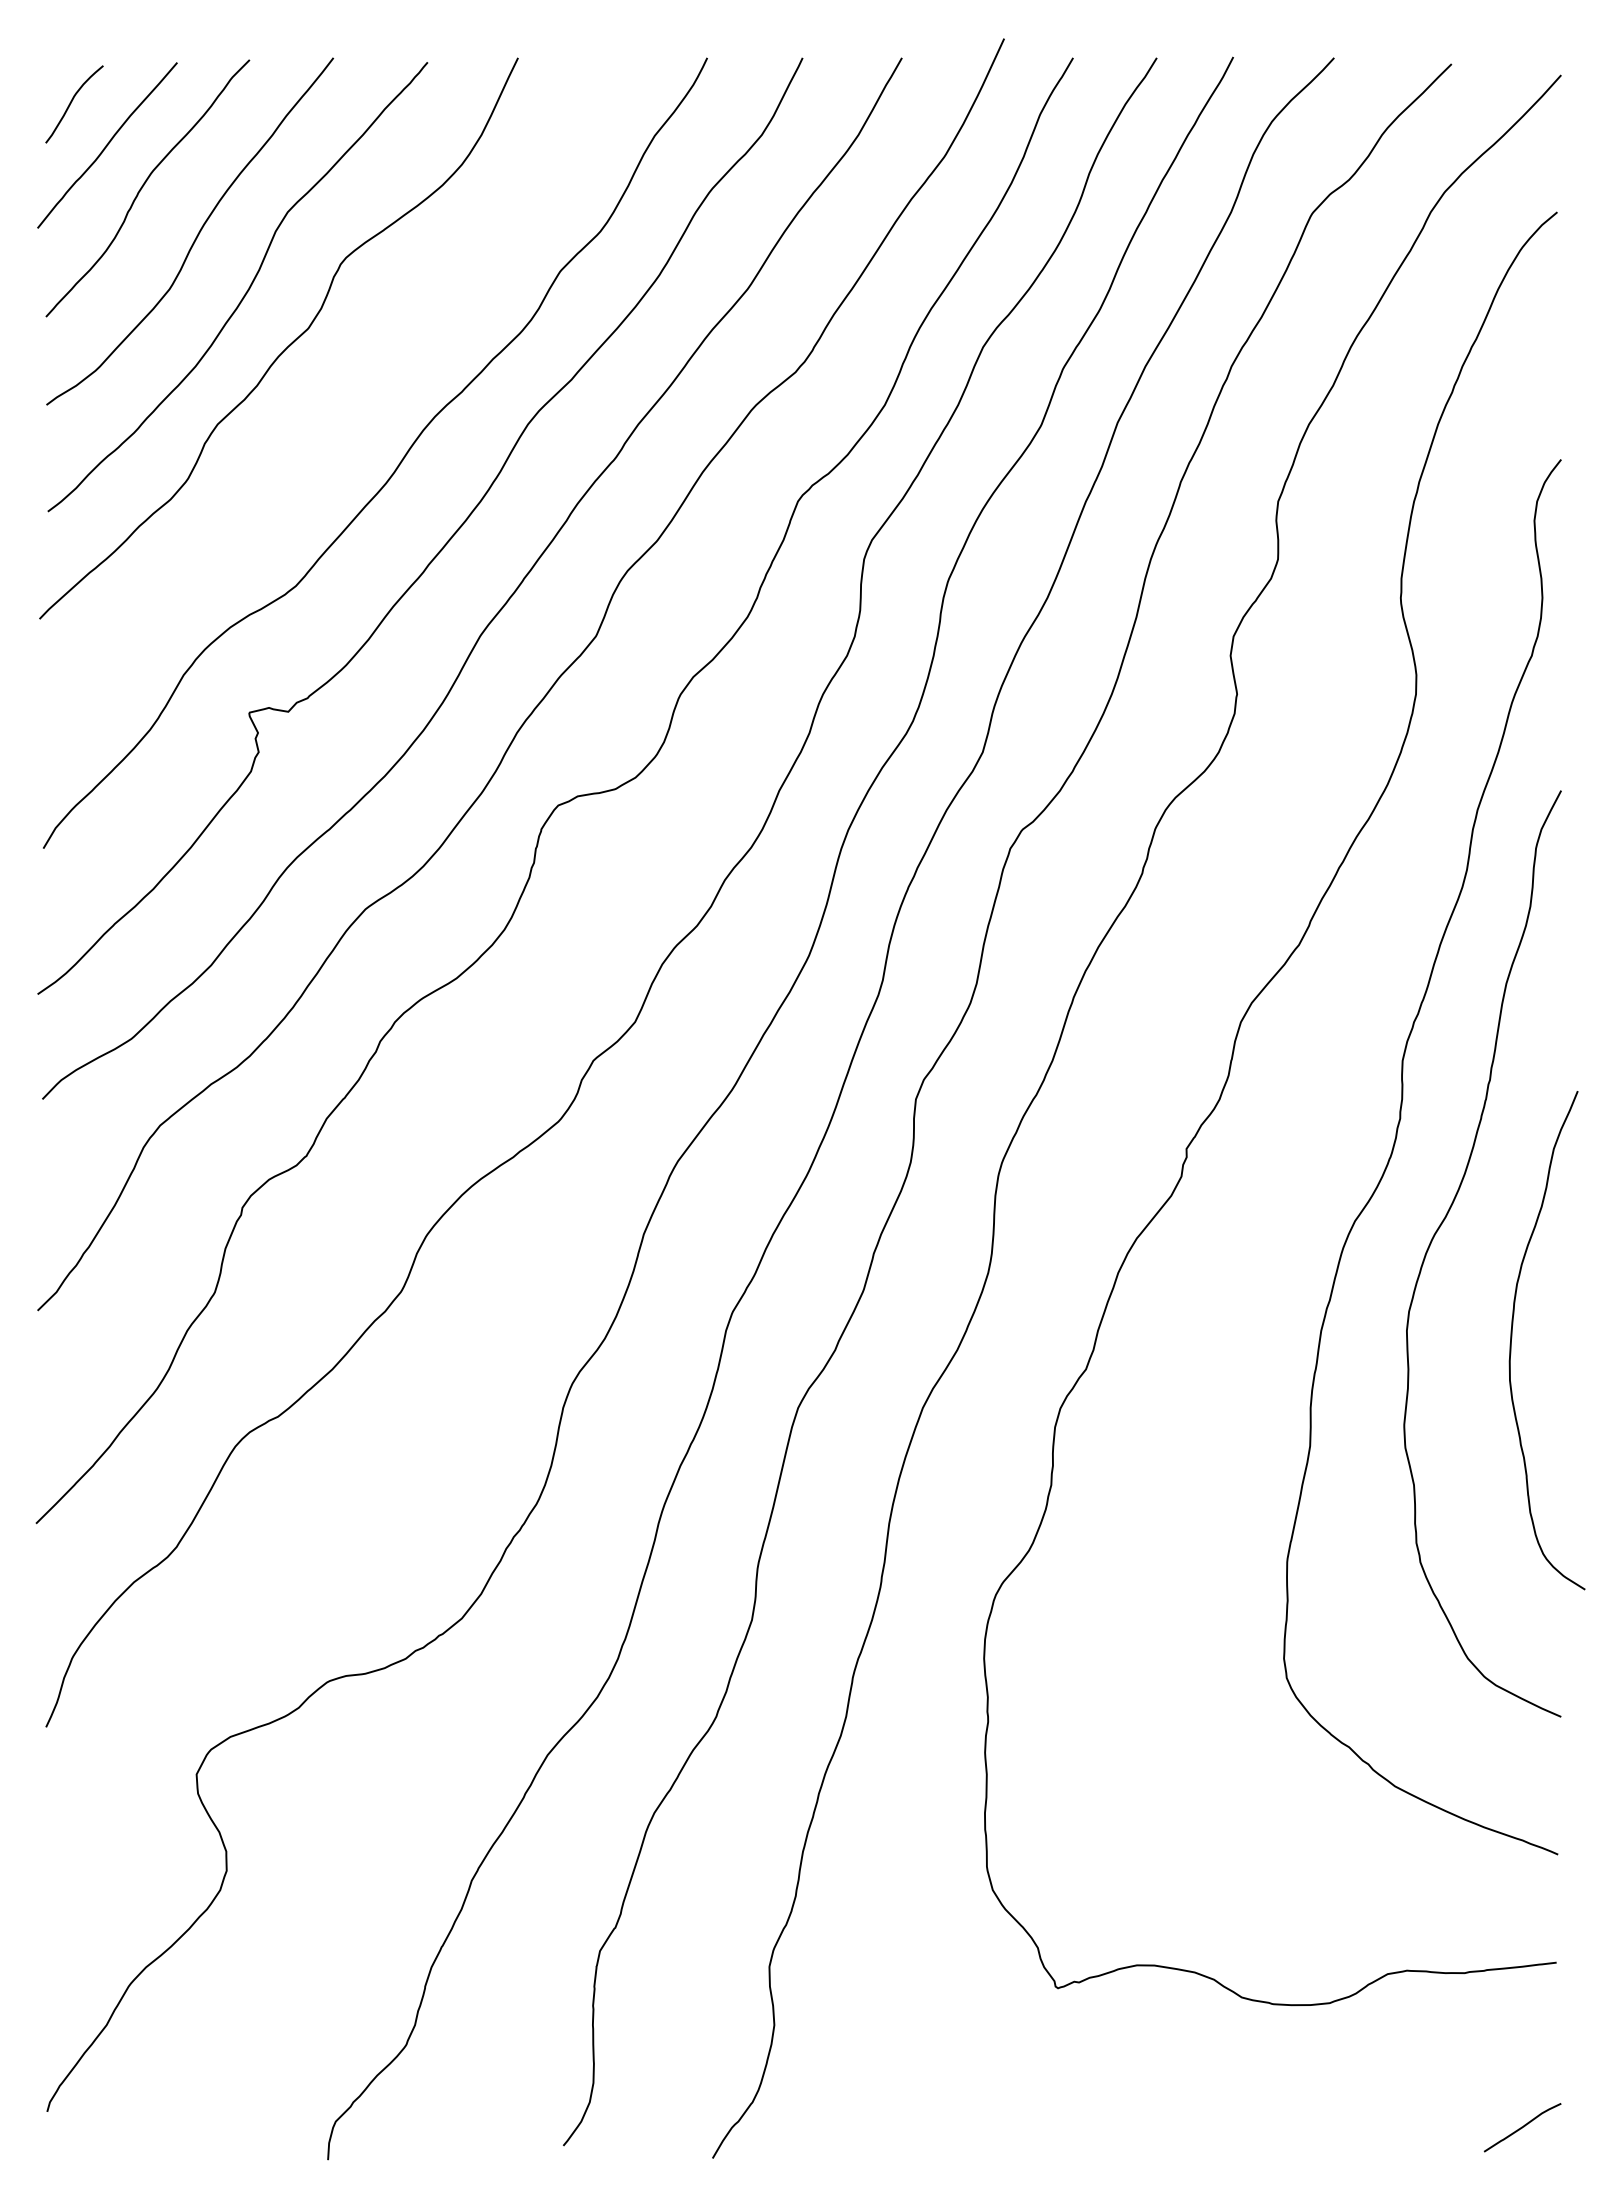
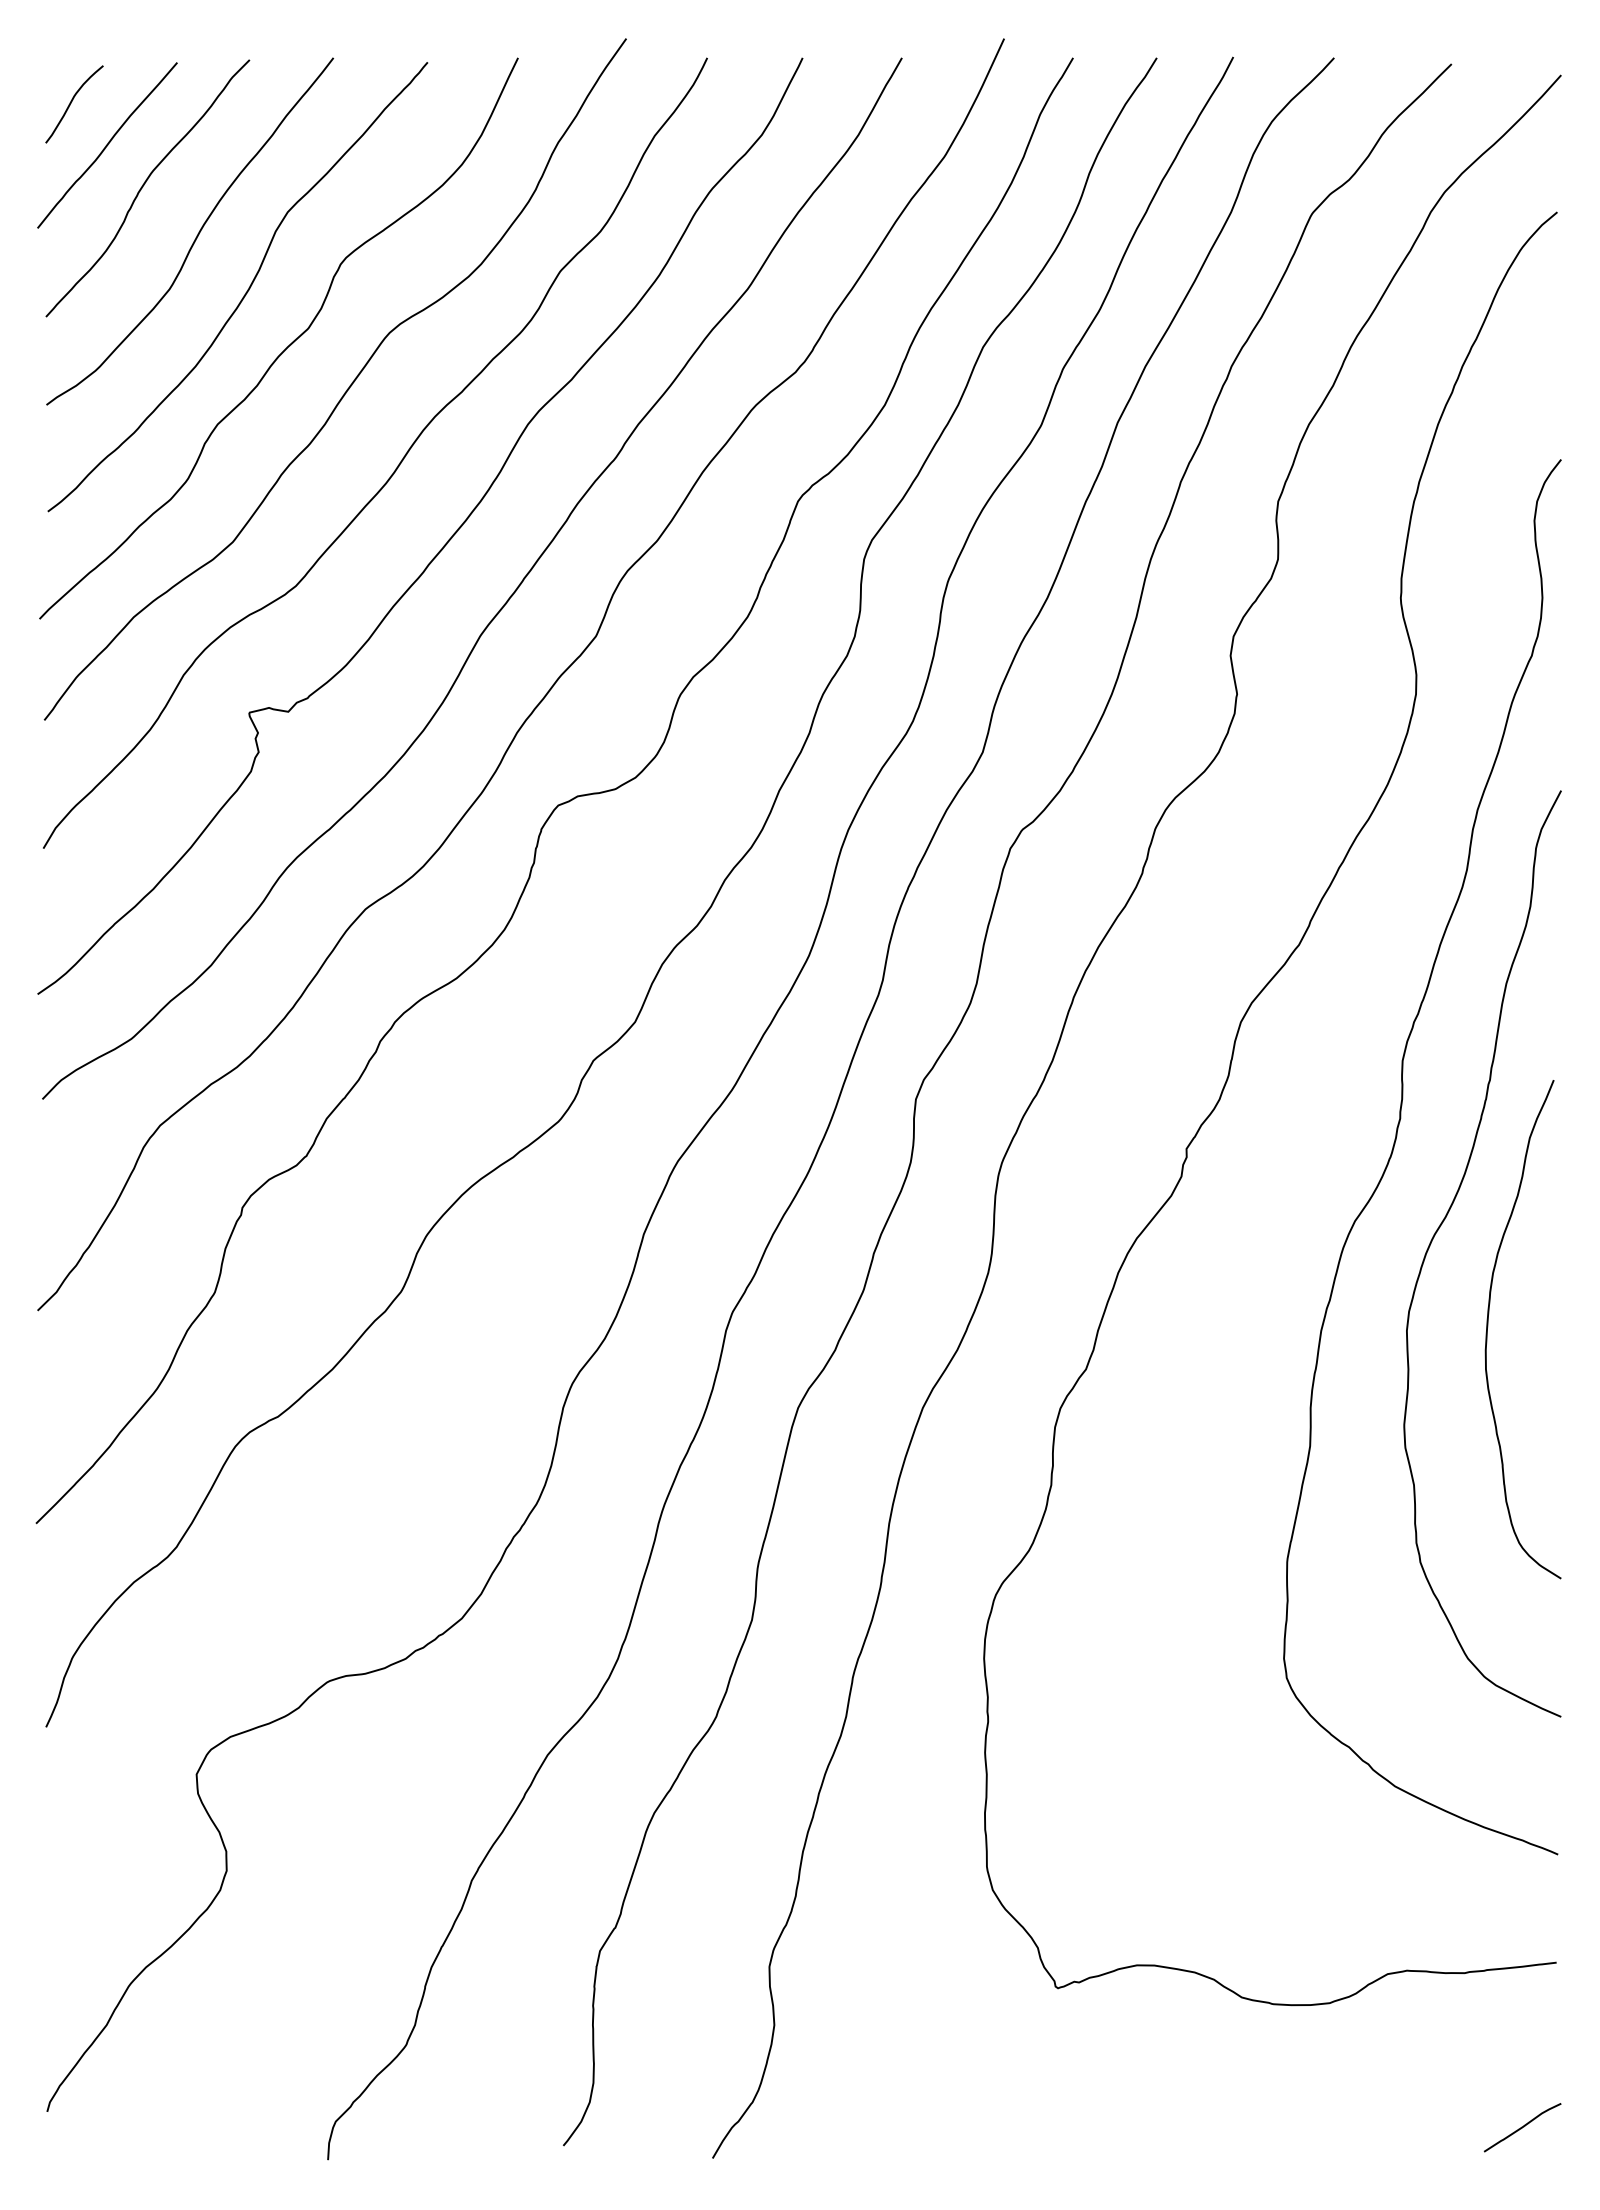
curve at (346, 389): none -> present
curve at (1512, 1337) position: (1512, 1337) -> (1488, 1326)
